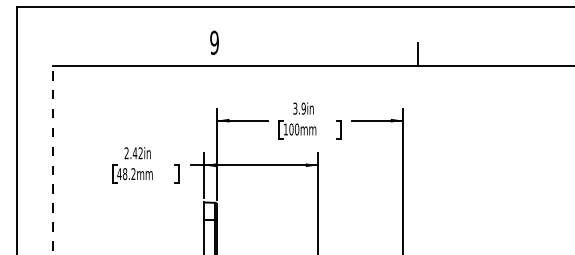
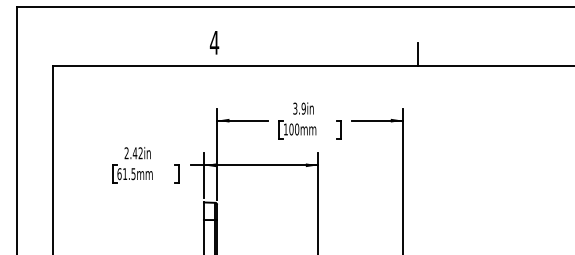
text at (214, 42): 9 -> 4
line at (52, 160): dashed -> solid
text at (126, 174): 48.2mm -> 61.5mm
